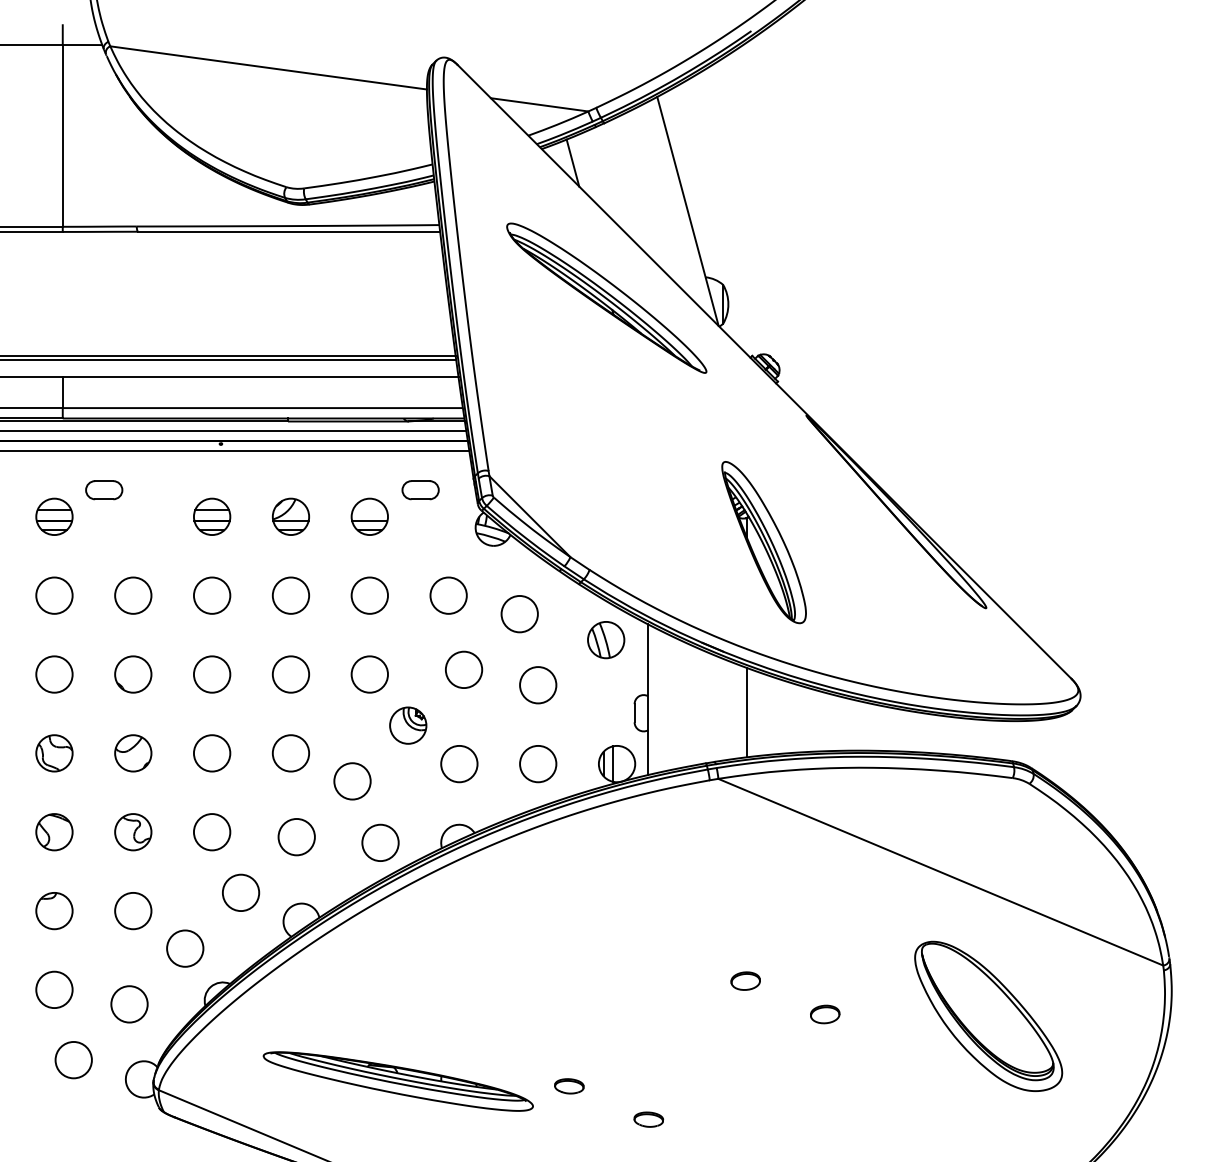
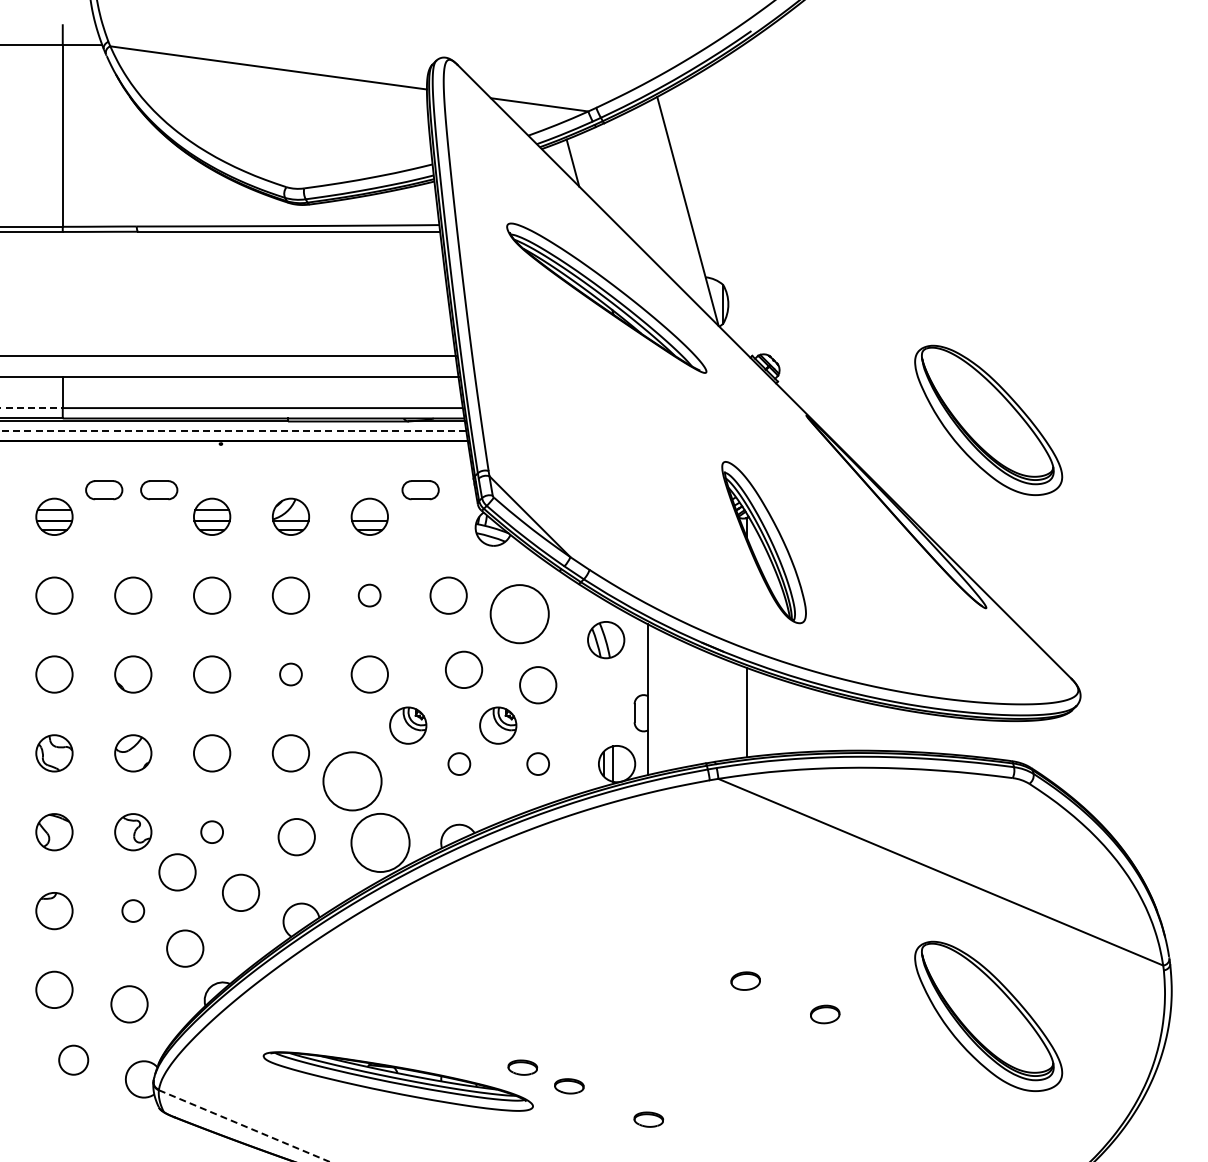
line at (229, 359): present -> none
line at (31, 408): solid -> dashed
part at (988, 419): none -> present
line at (233, 430): solid -> dashed
line at (235, 451): present -> none
part at (159, 490): none -> present
circle at (369, 595) size: 39x39 px -> 25x25 px
circle at (519, 614) diameter: 36 px -> 58 px
circle at (290, 674) diameter: 36 px -> 22 px
part at (498, 725): none -> present
circle at (459, 763) diameter: 36 px -> 22 px
circle at (538, 763) diameter: 36 px -> 22 px
circle at (352, 781) diameter: 36 px -> 58 px
circle at (211, 832) diameter: 36 px -> 22 px
circle at (380, 842) diameter: 36 px -> 58 px
circle at (177, 872): none -> present
circle at (133, 910) diameter: 36 px -> 22 px
circle at (73, 1060) size: 39x39 px -> 32x32 px
part at (522, 1067): none -> present
line at (244, 1126): solid -> dashed
